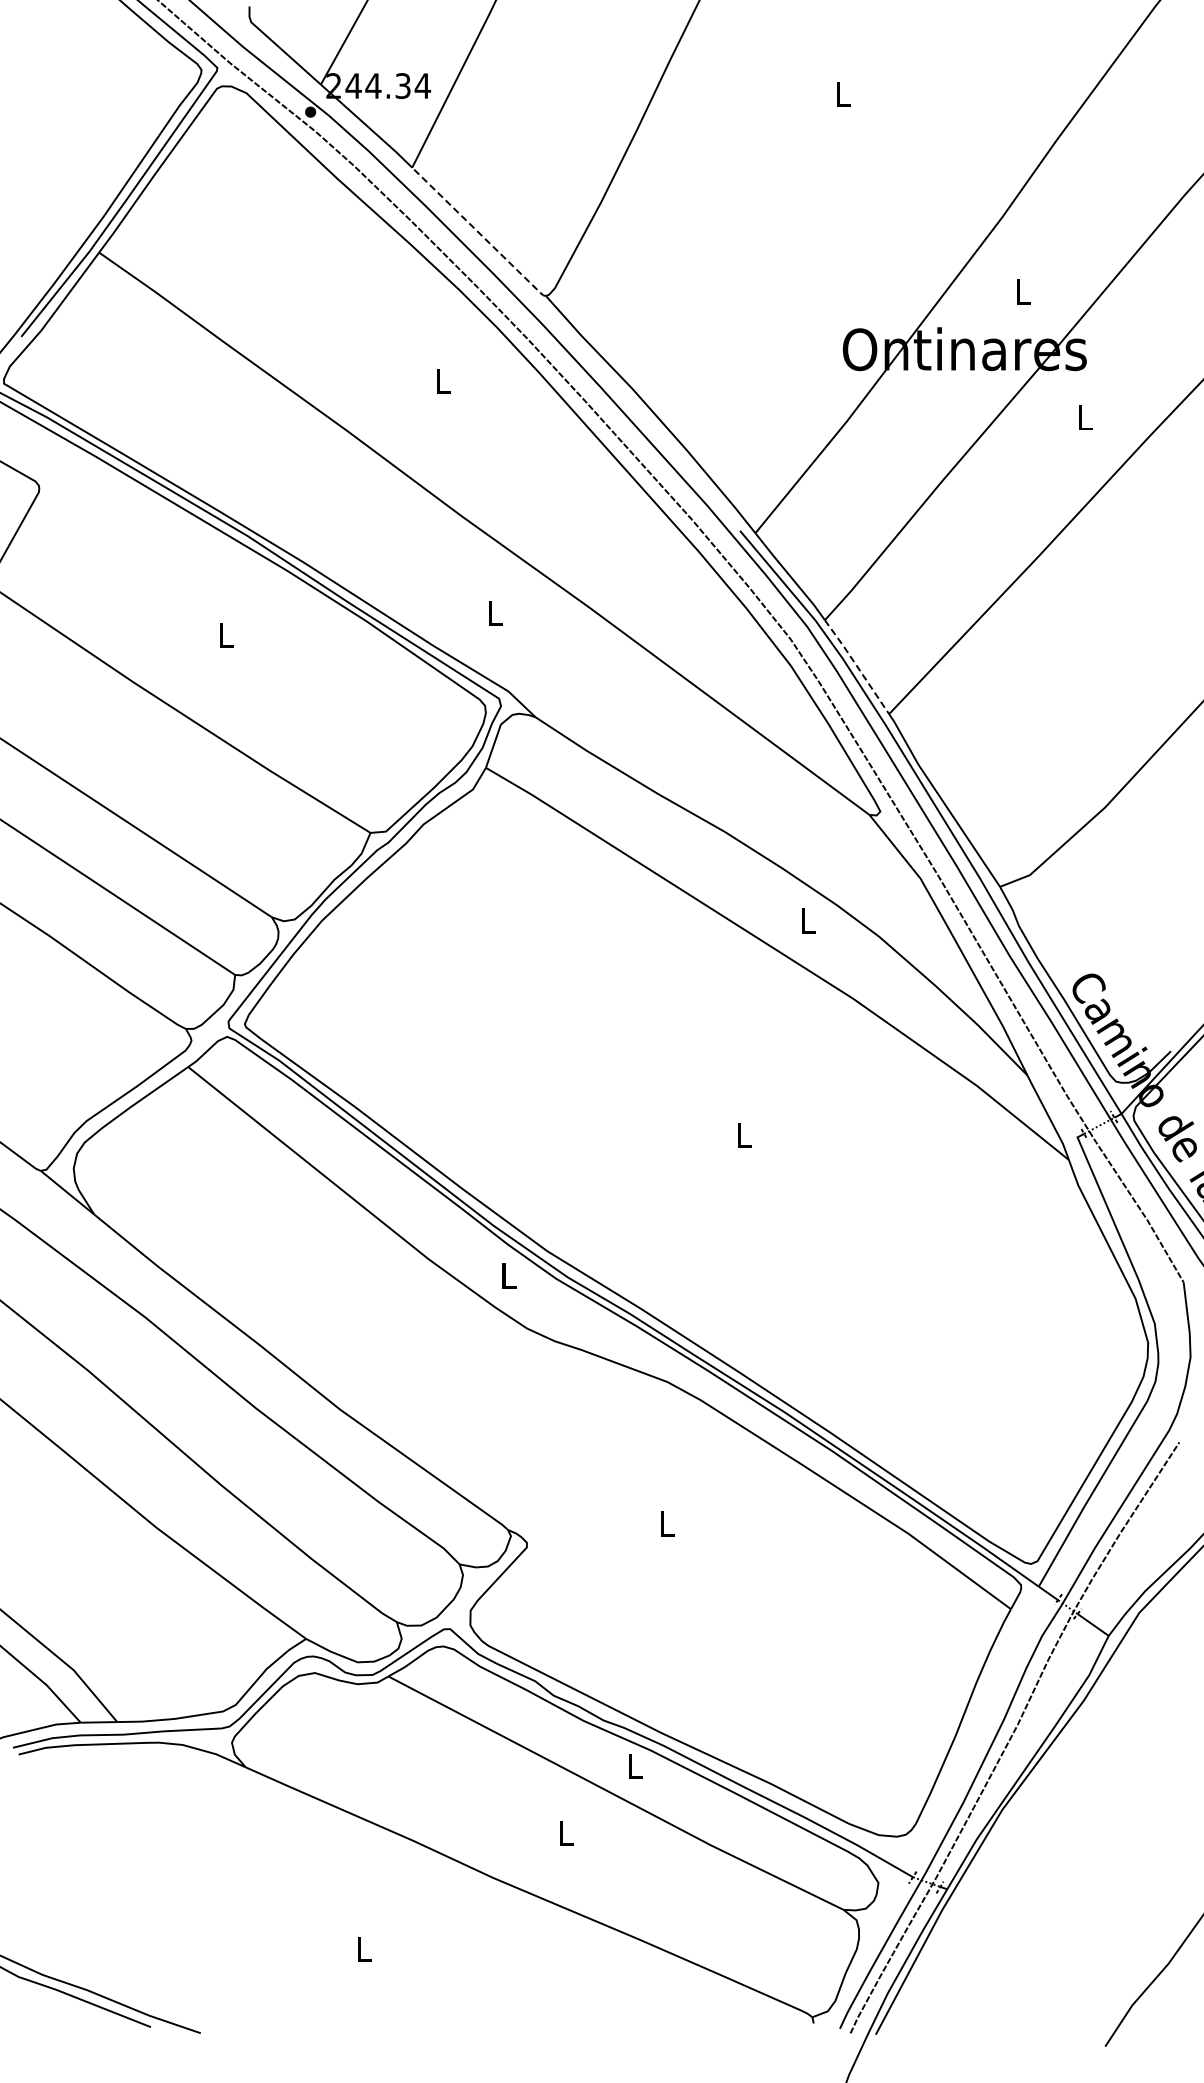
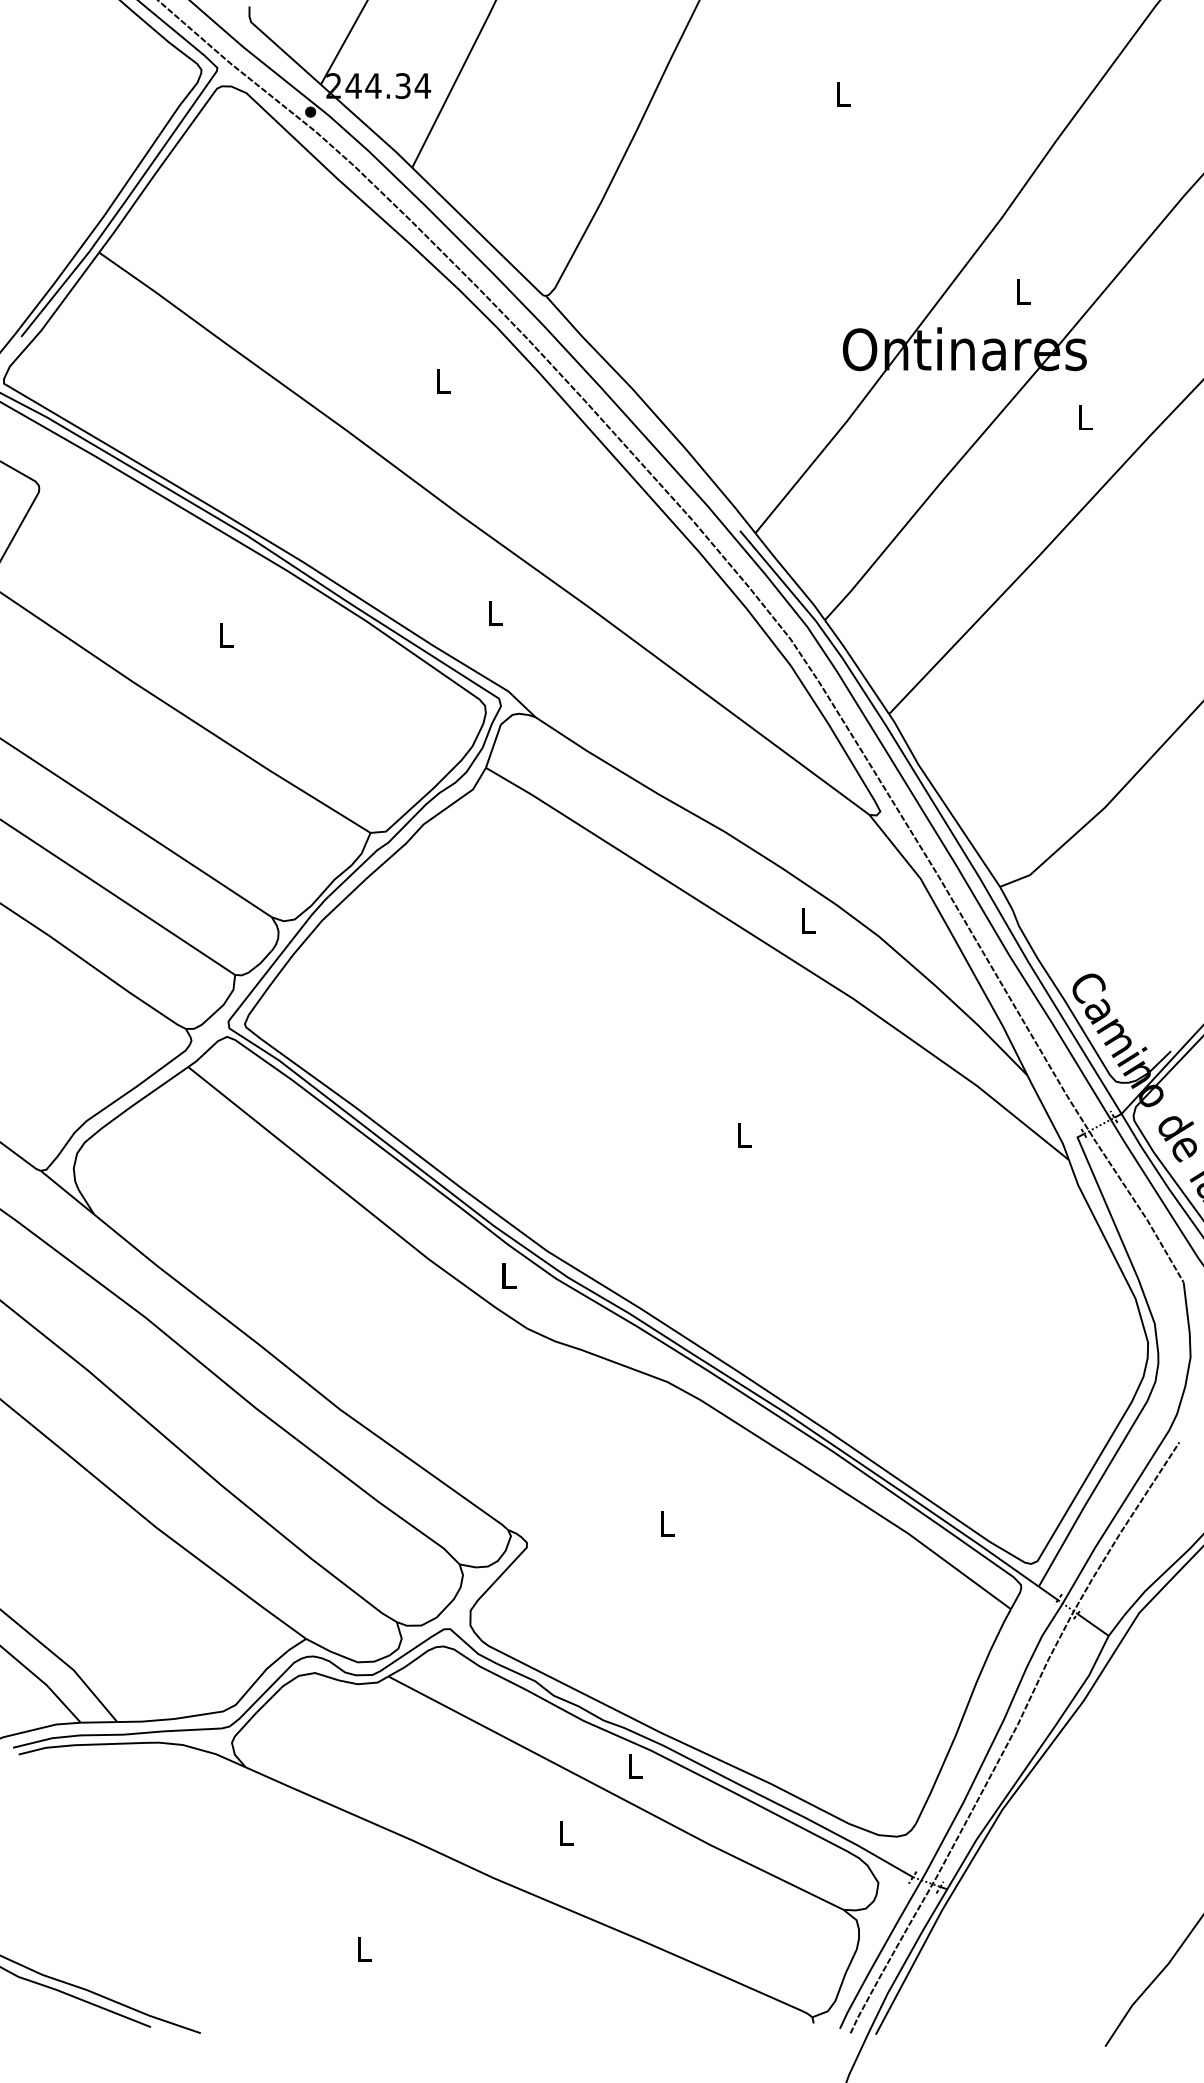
line at (479, 233): dashed -> solid
line at (857, 666): dashed -> solid
